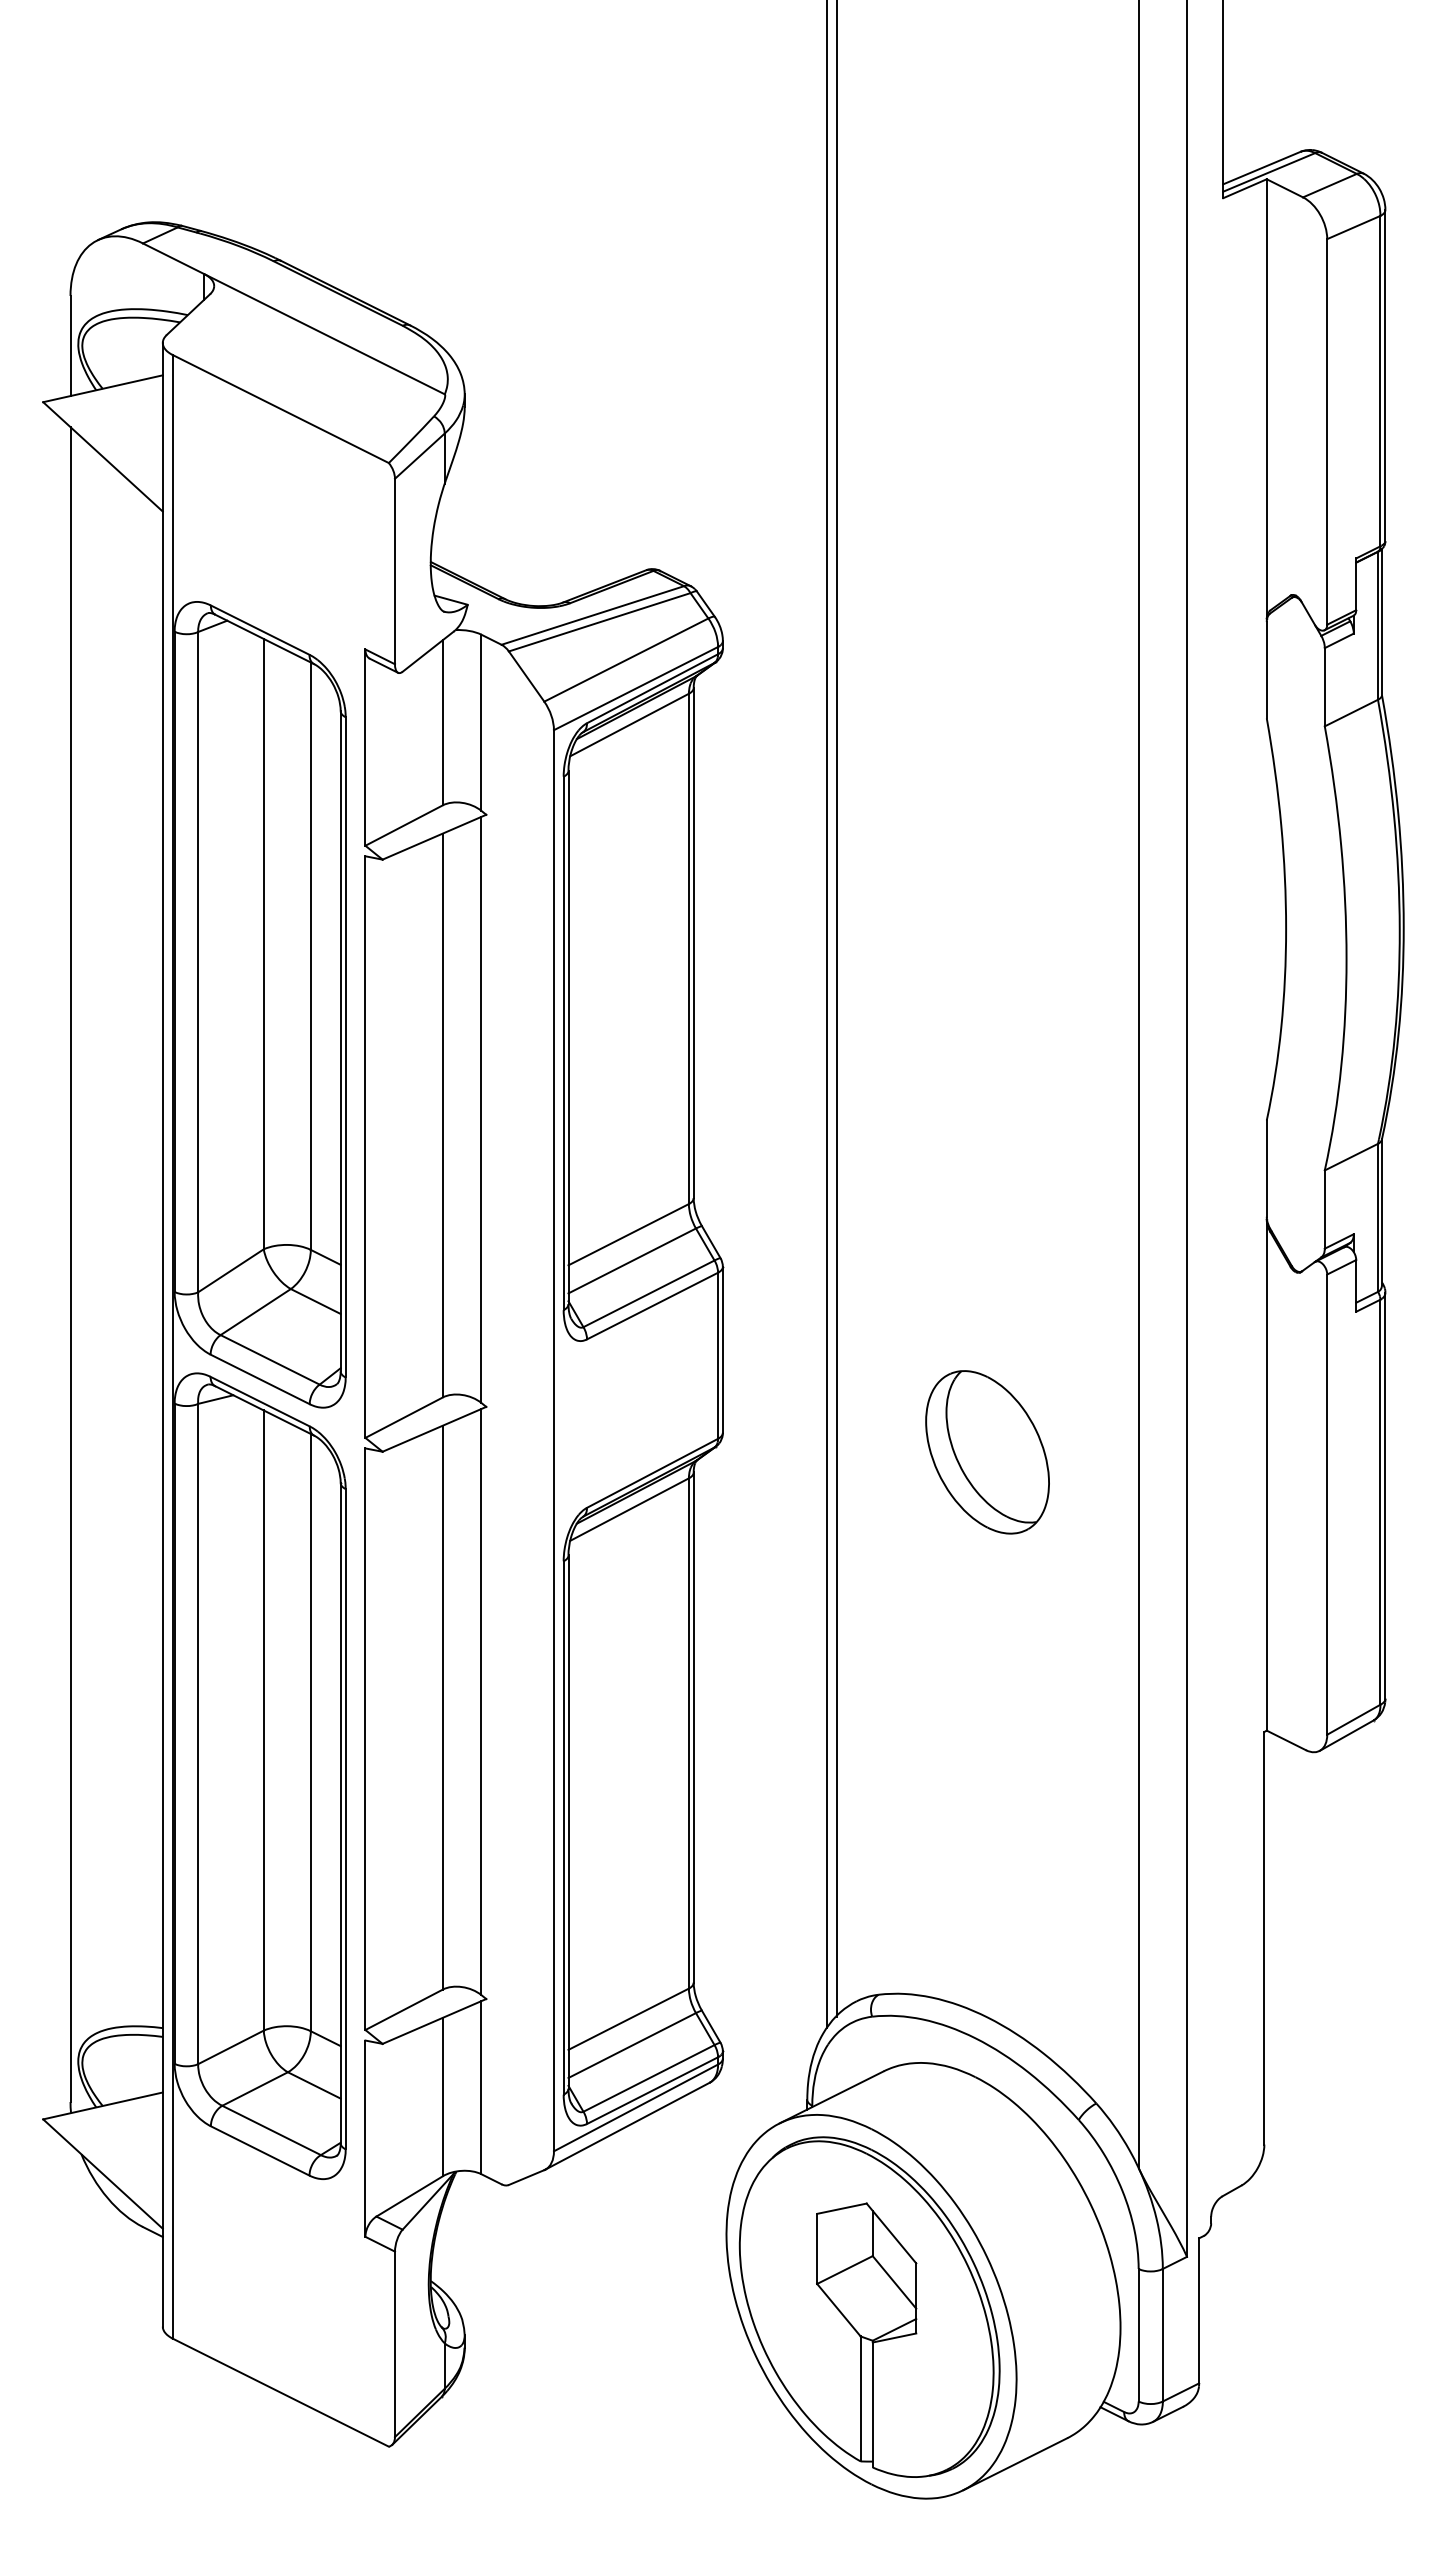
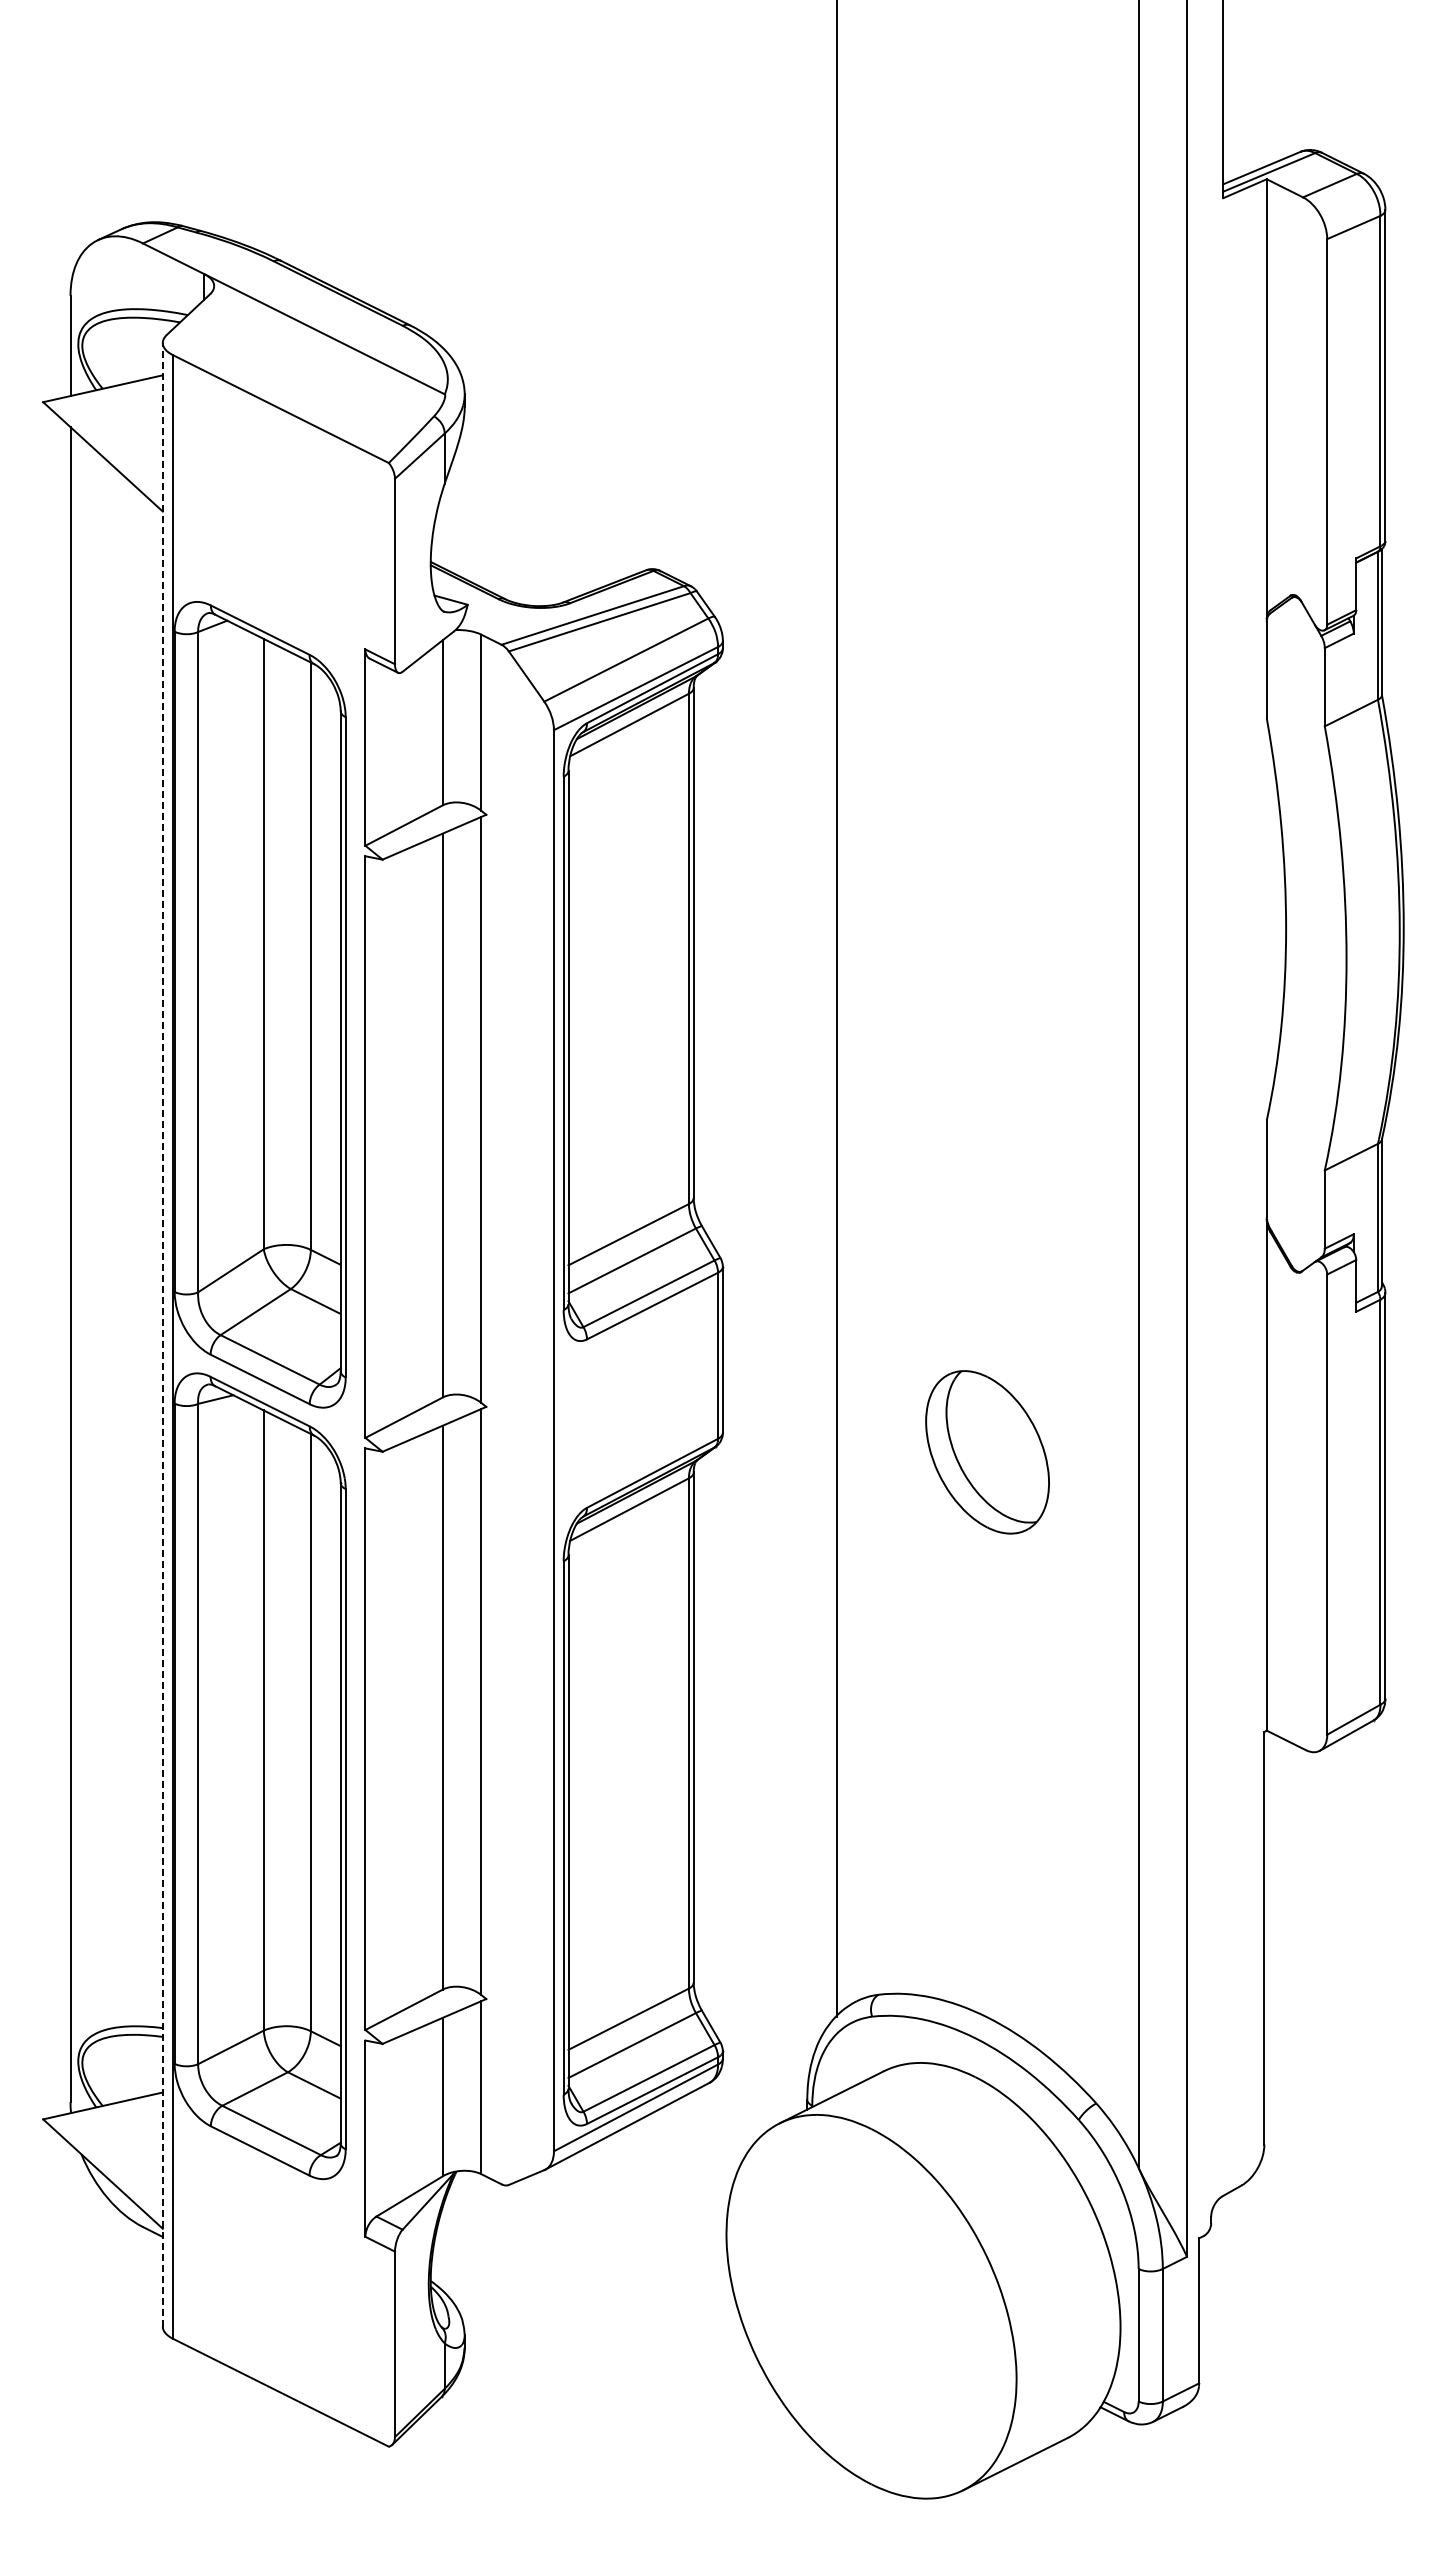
line at (826, 1015): present -> none
line at (162, 1334): solid -> dashed
part at (869, 2306): present -> none
